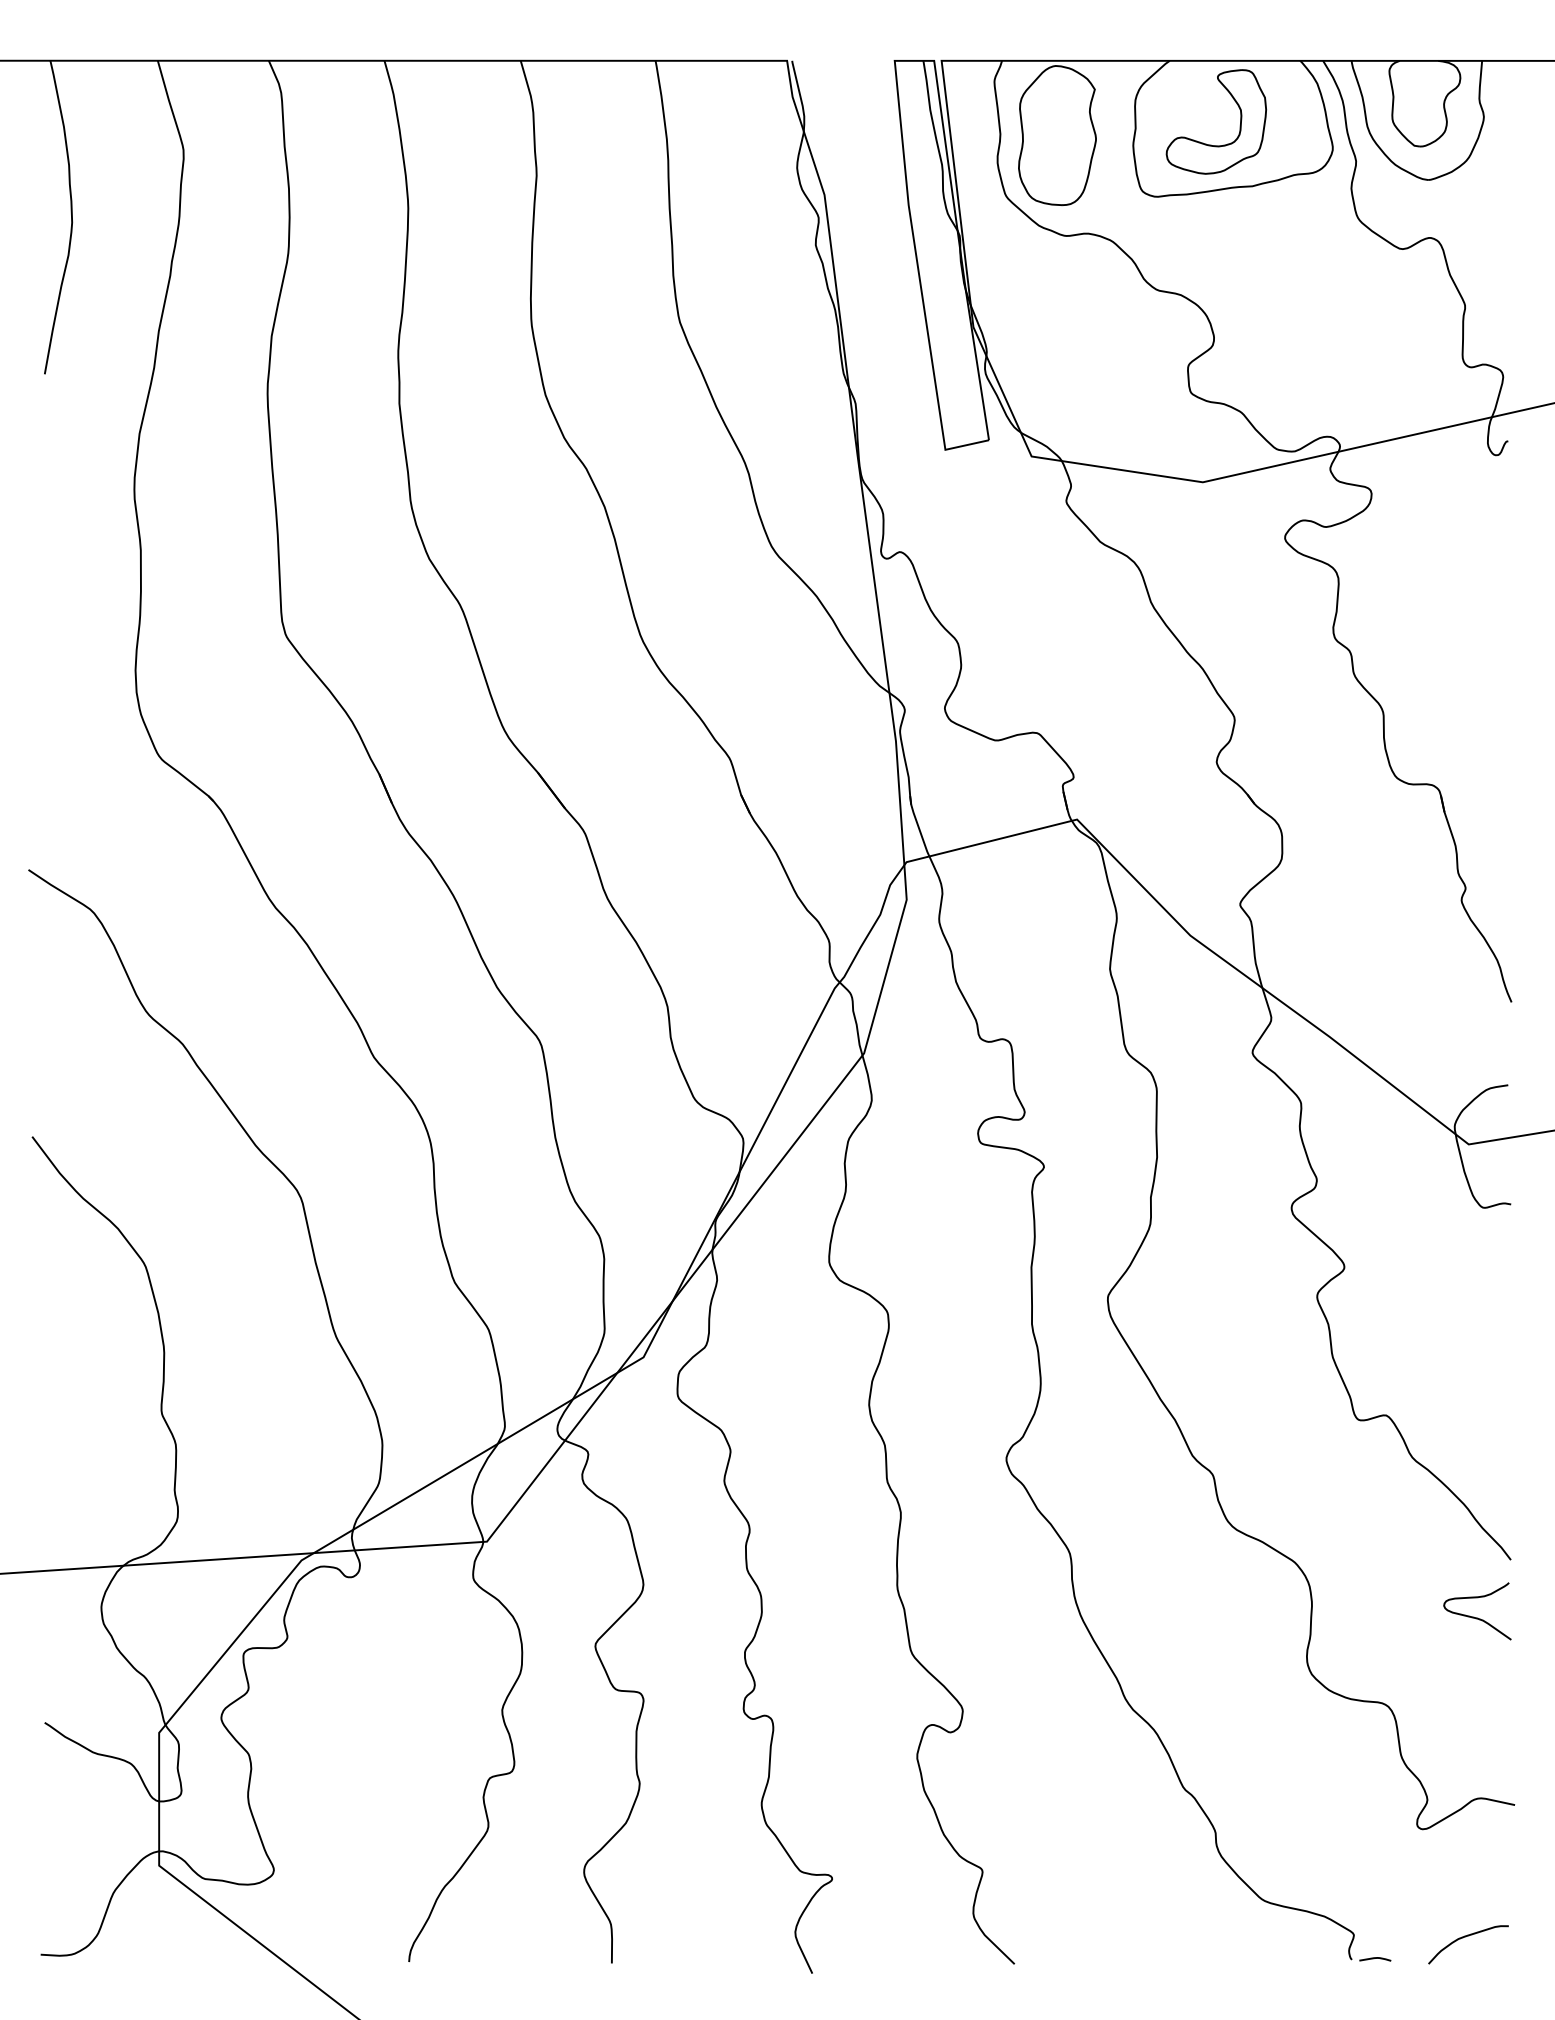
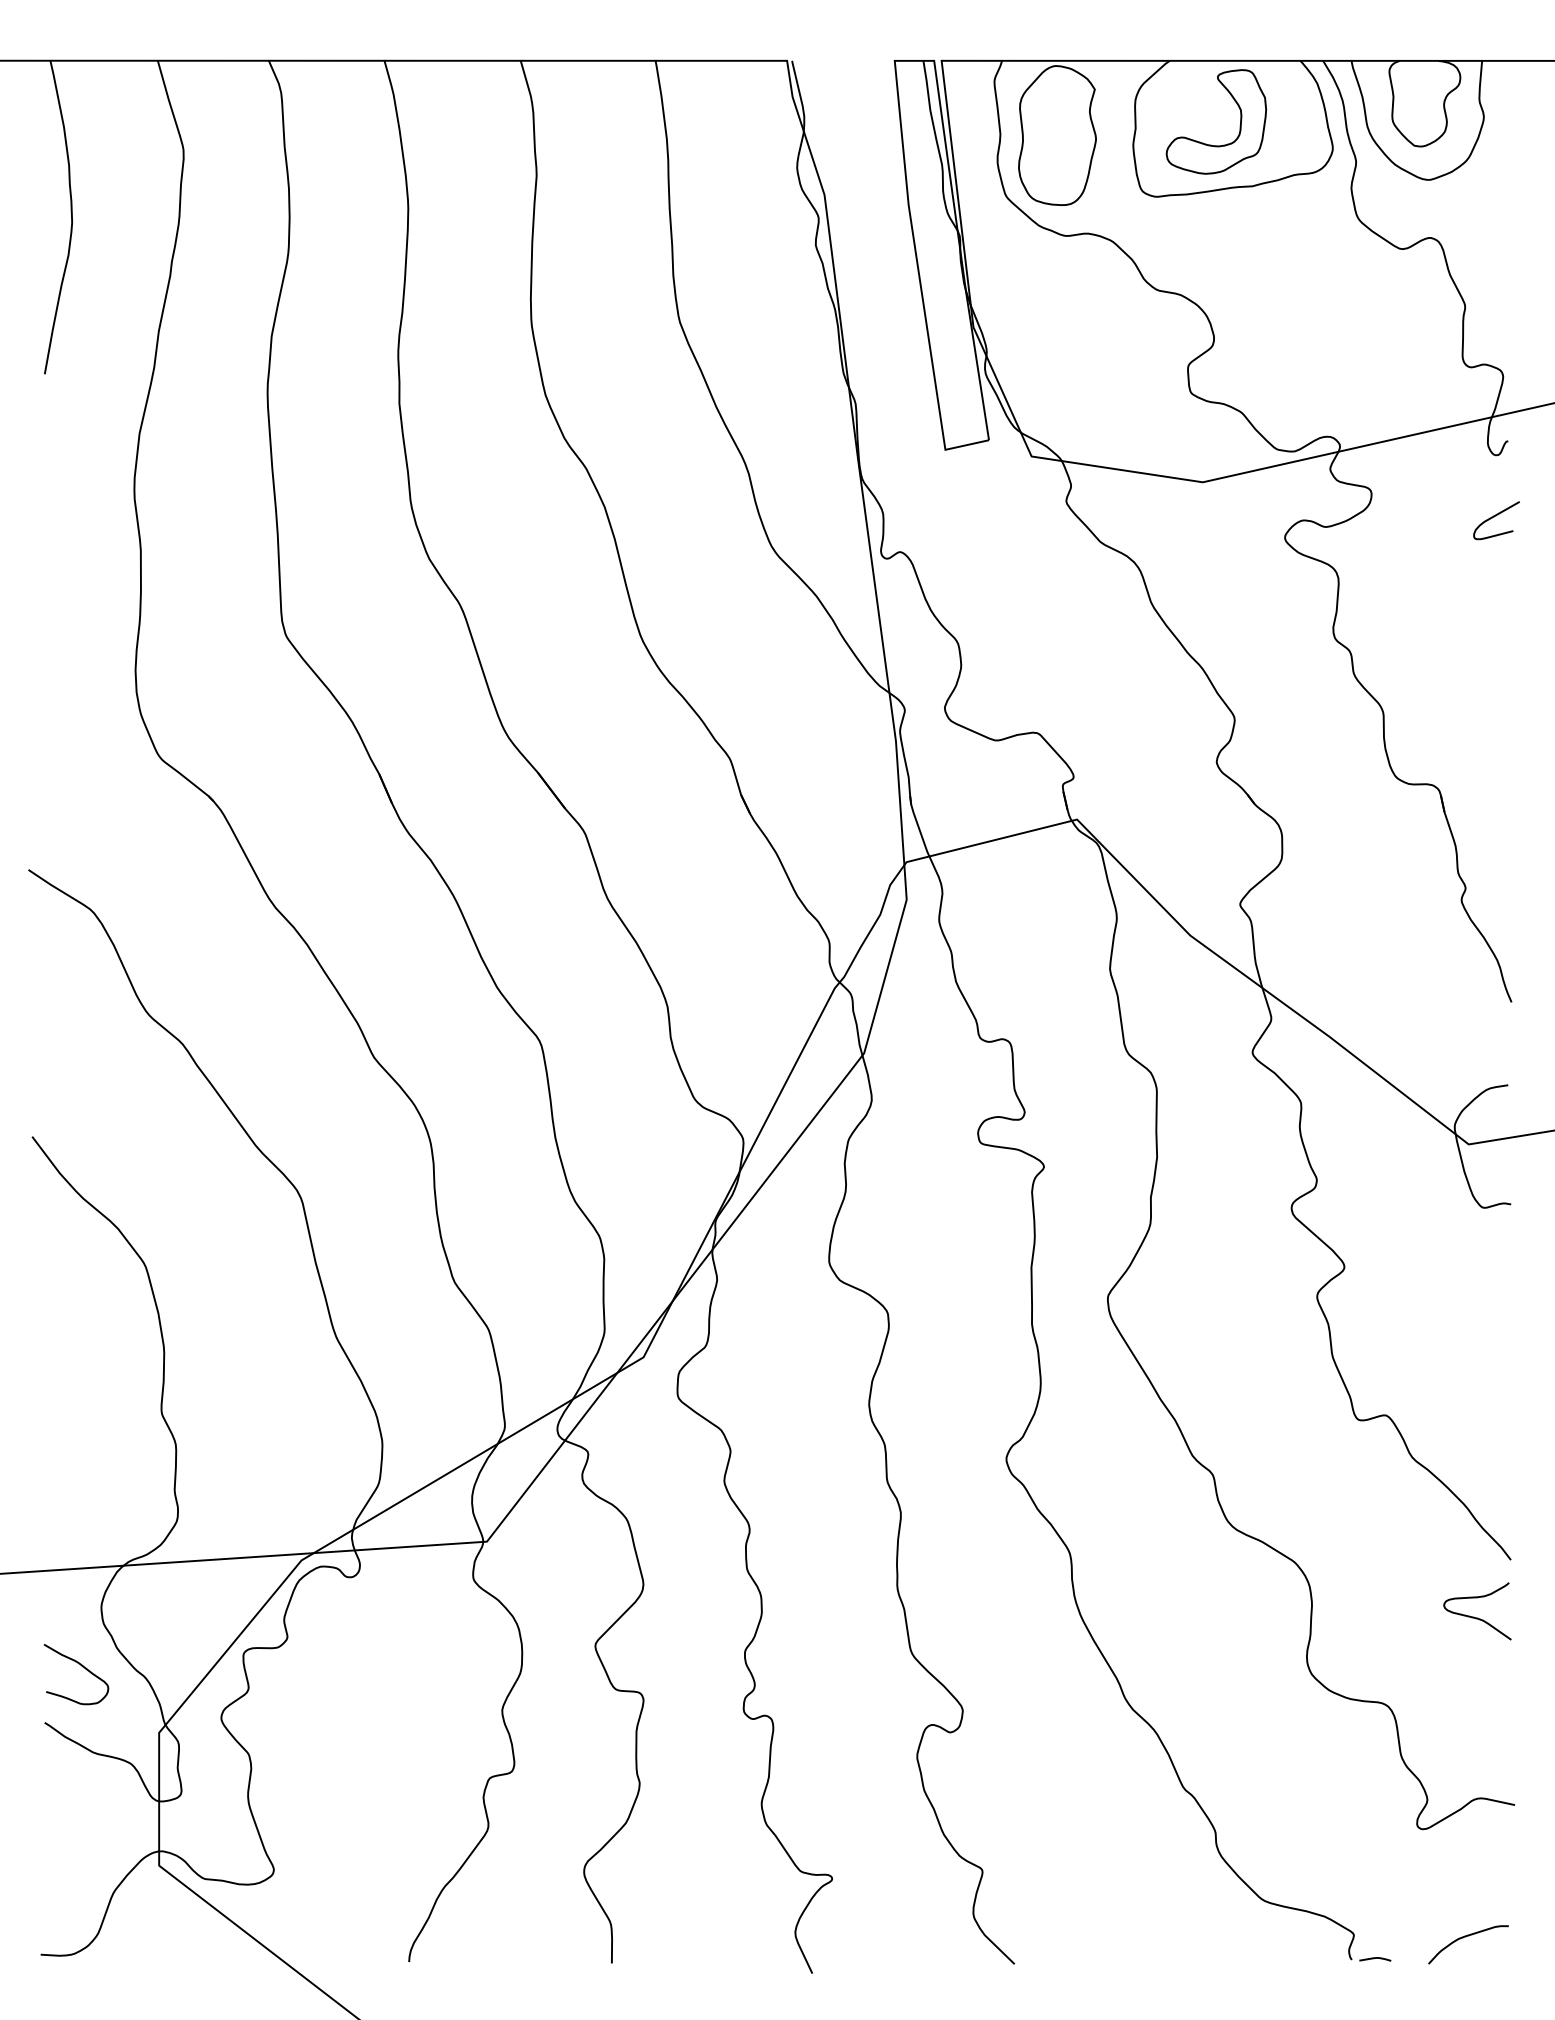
curve at (1494, 517): none -> present
curve at (82, 1667): none -> present
